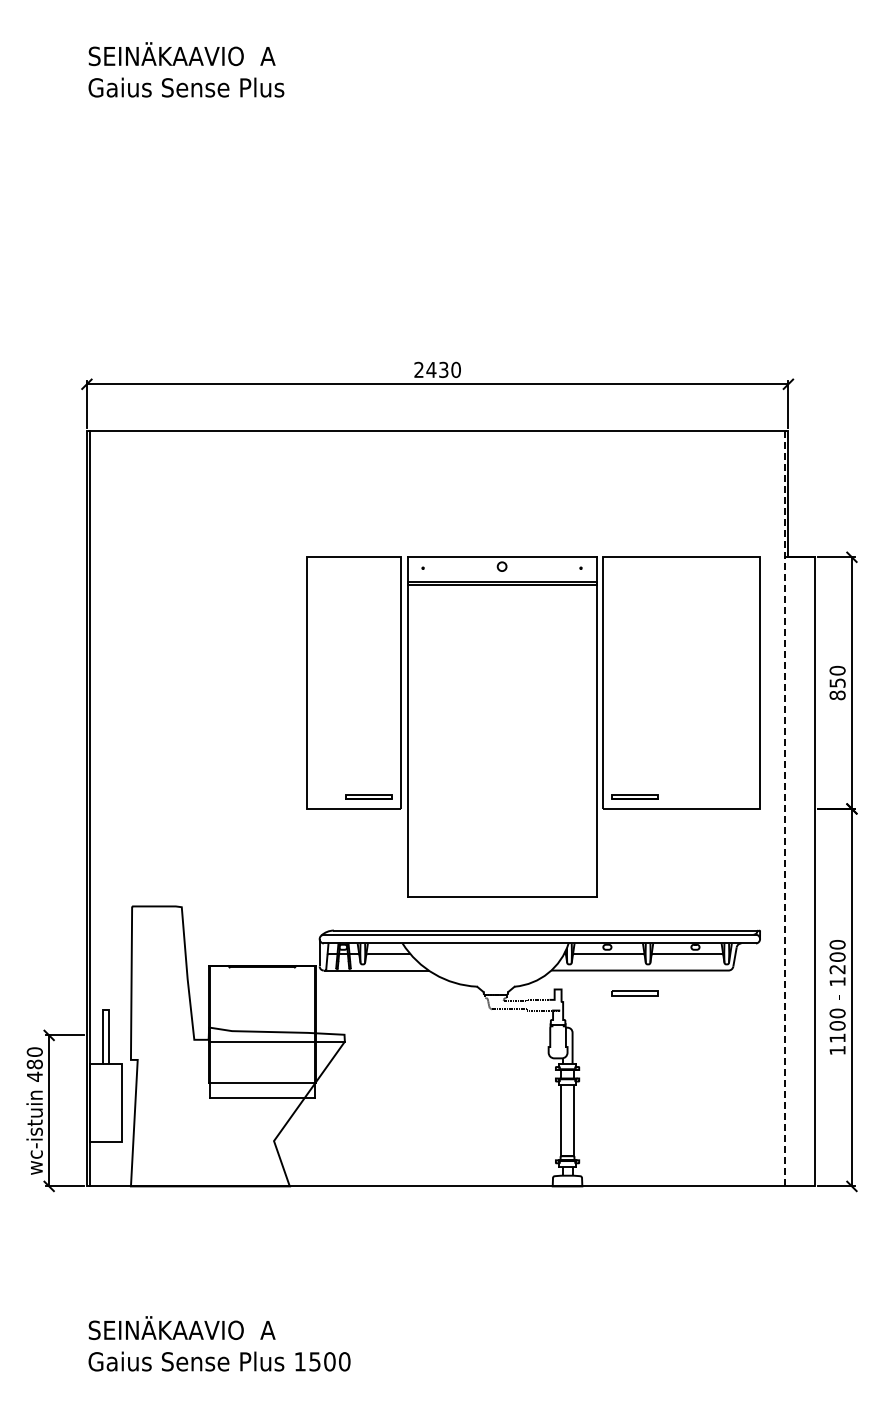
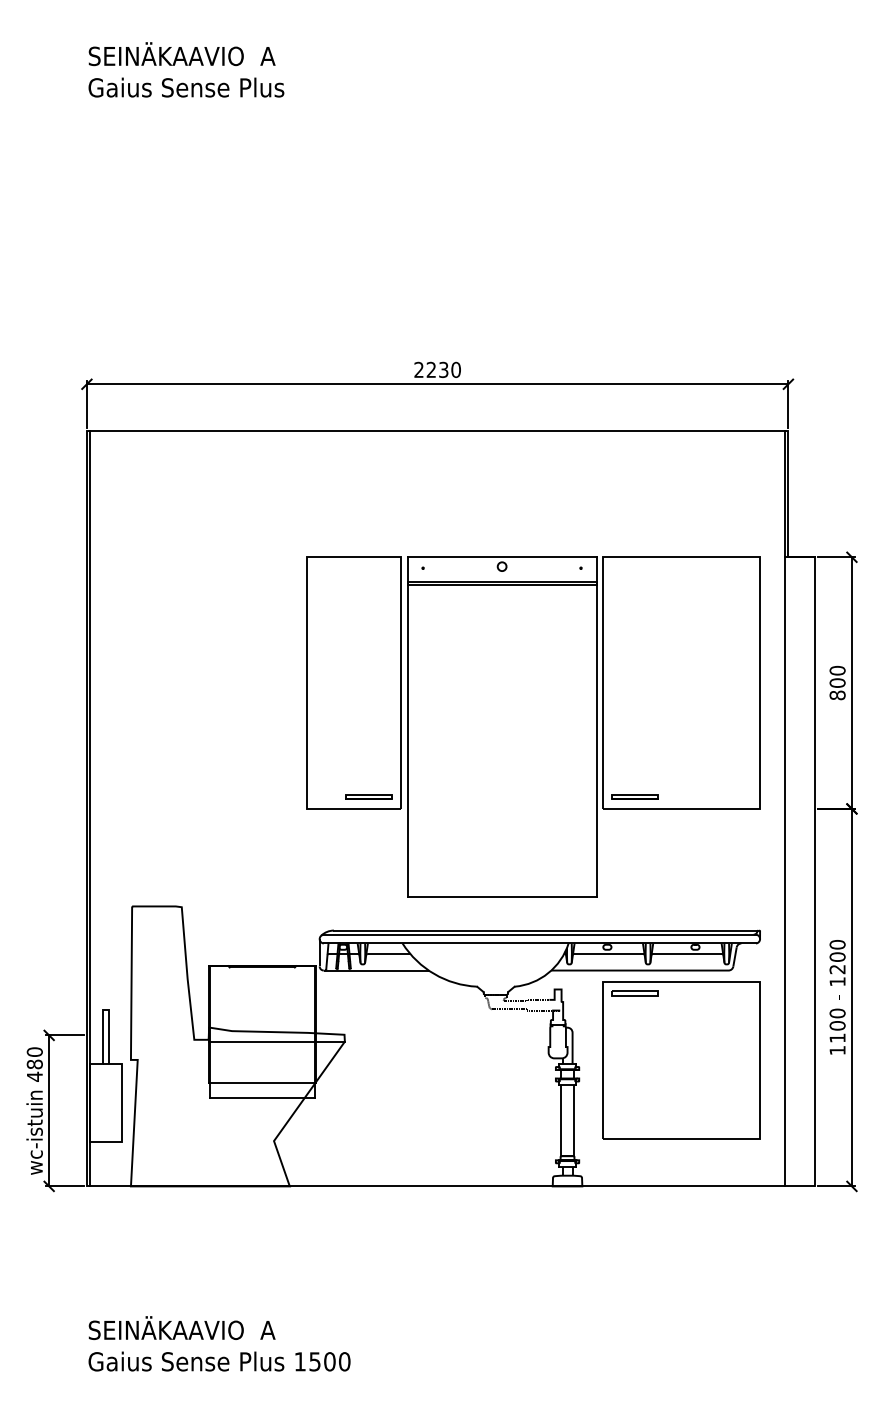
text at (431, 369): 2430 -> 2230
text at (837, 682): 850 -> 800
line at (785, 809): dashed -> solid
part at (681, 1060): none -> present
